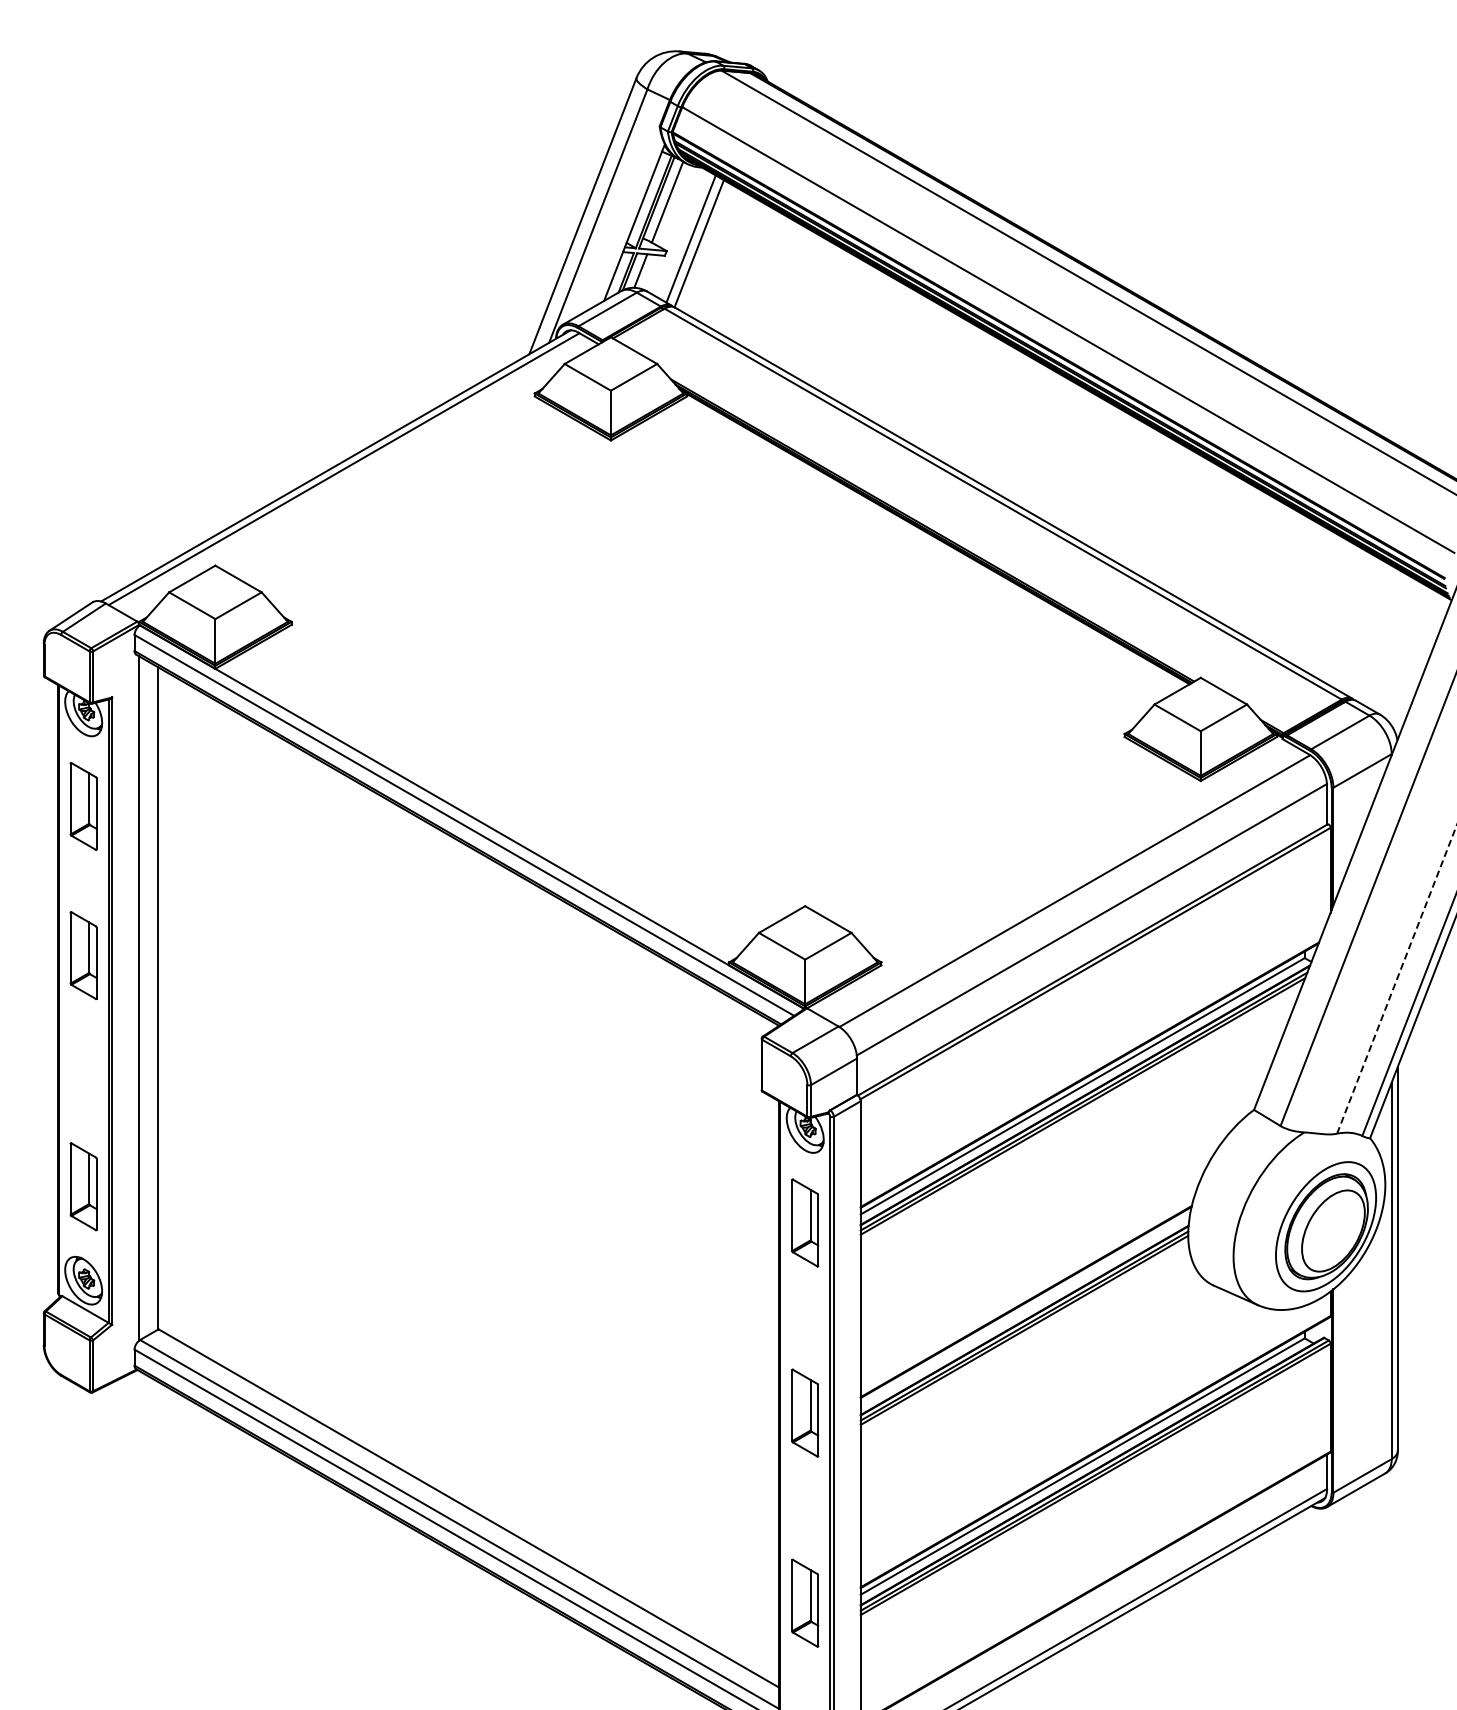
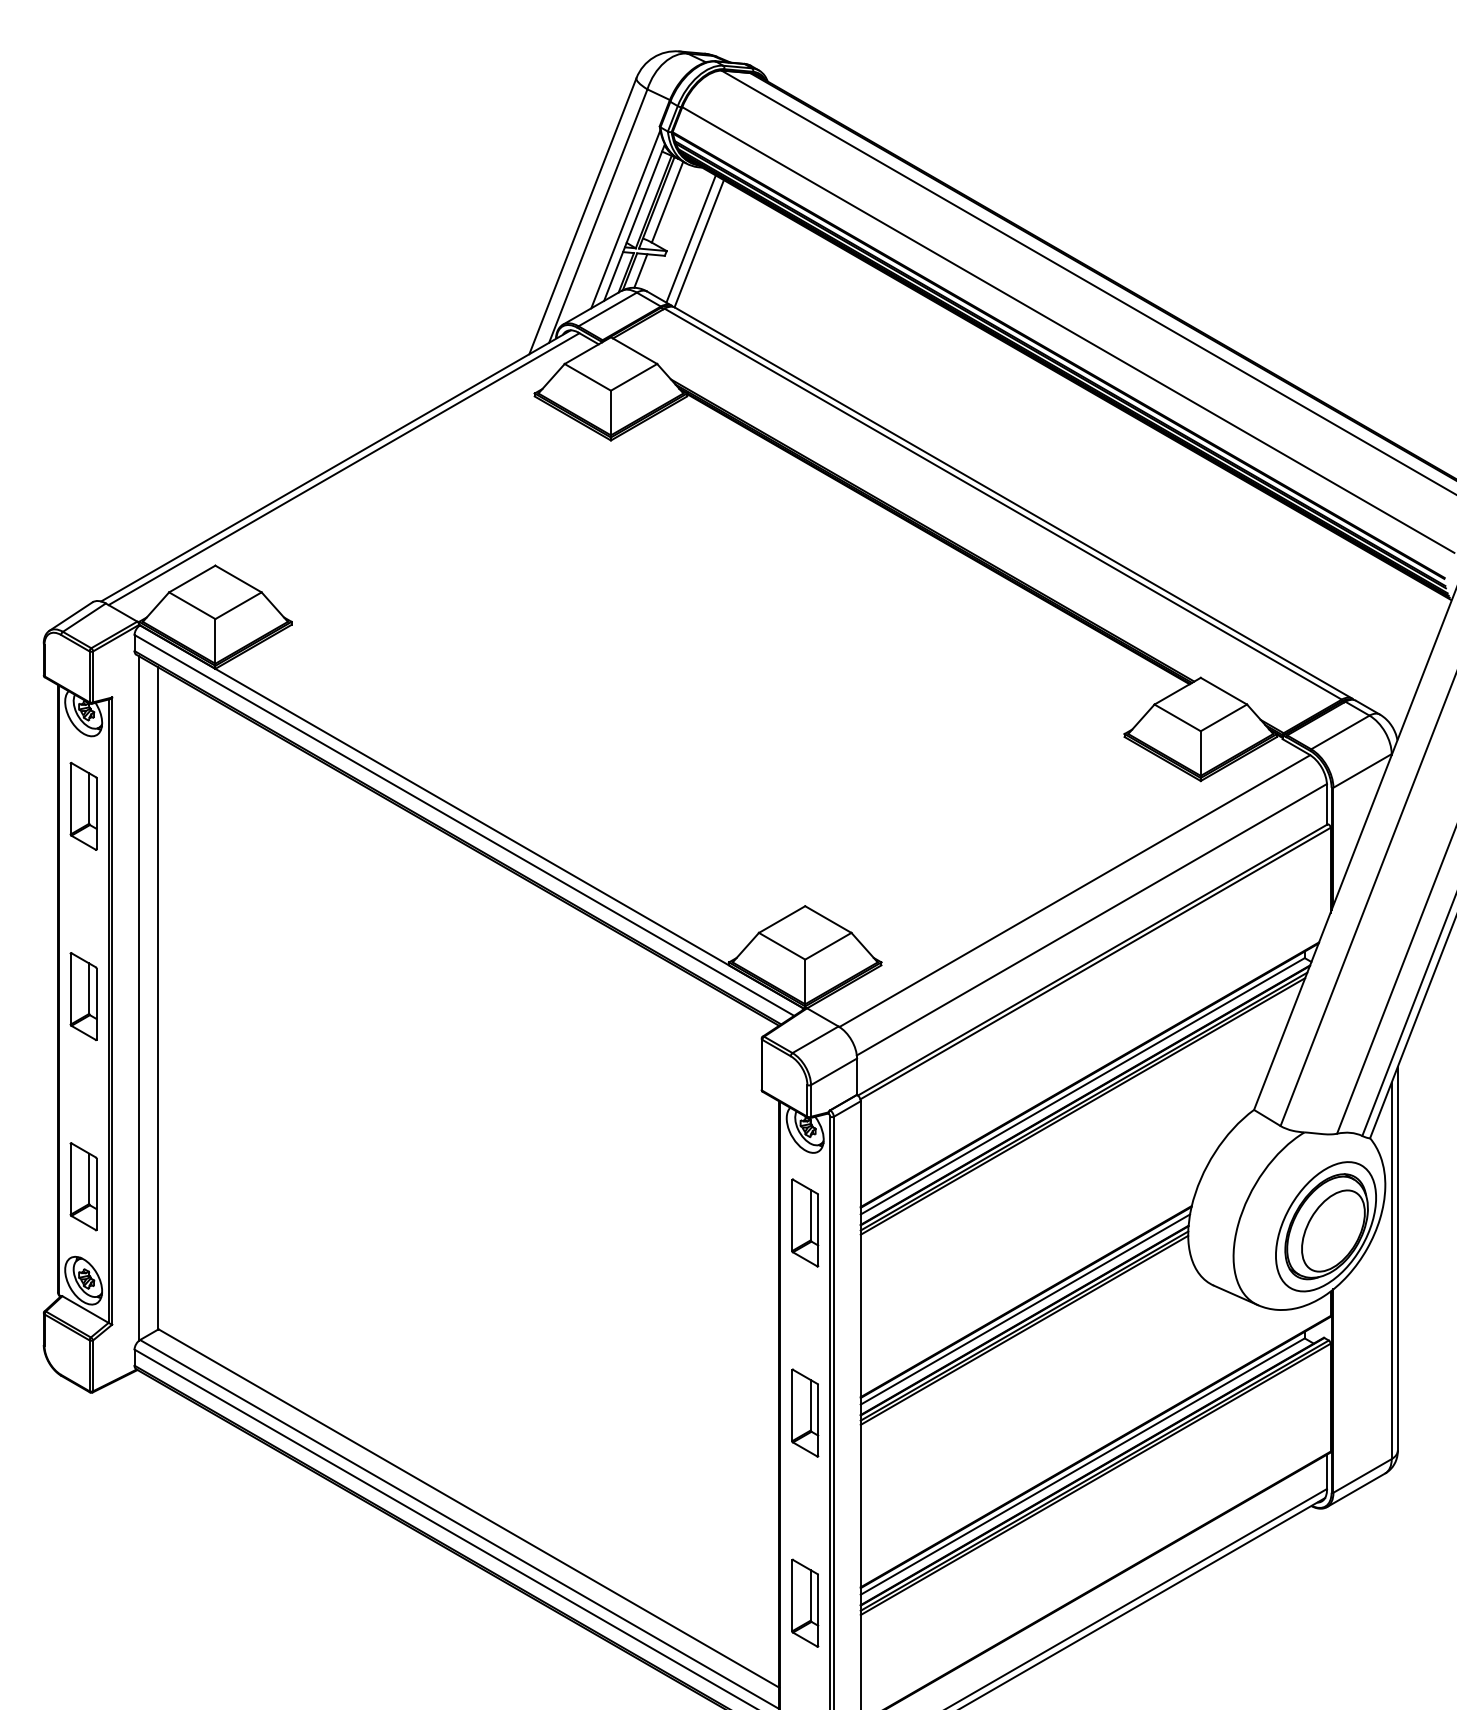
line at (625, 219): none -> present
part at (83, 955) position: (83, 955) -> (83, 996)
line at (1397, 979): dashed -> solid
line at (1025, 1309): none -> present
